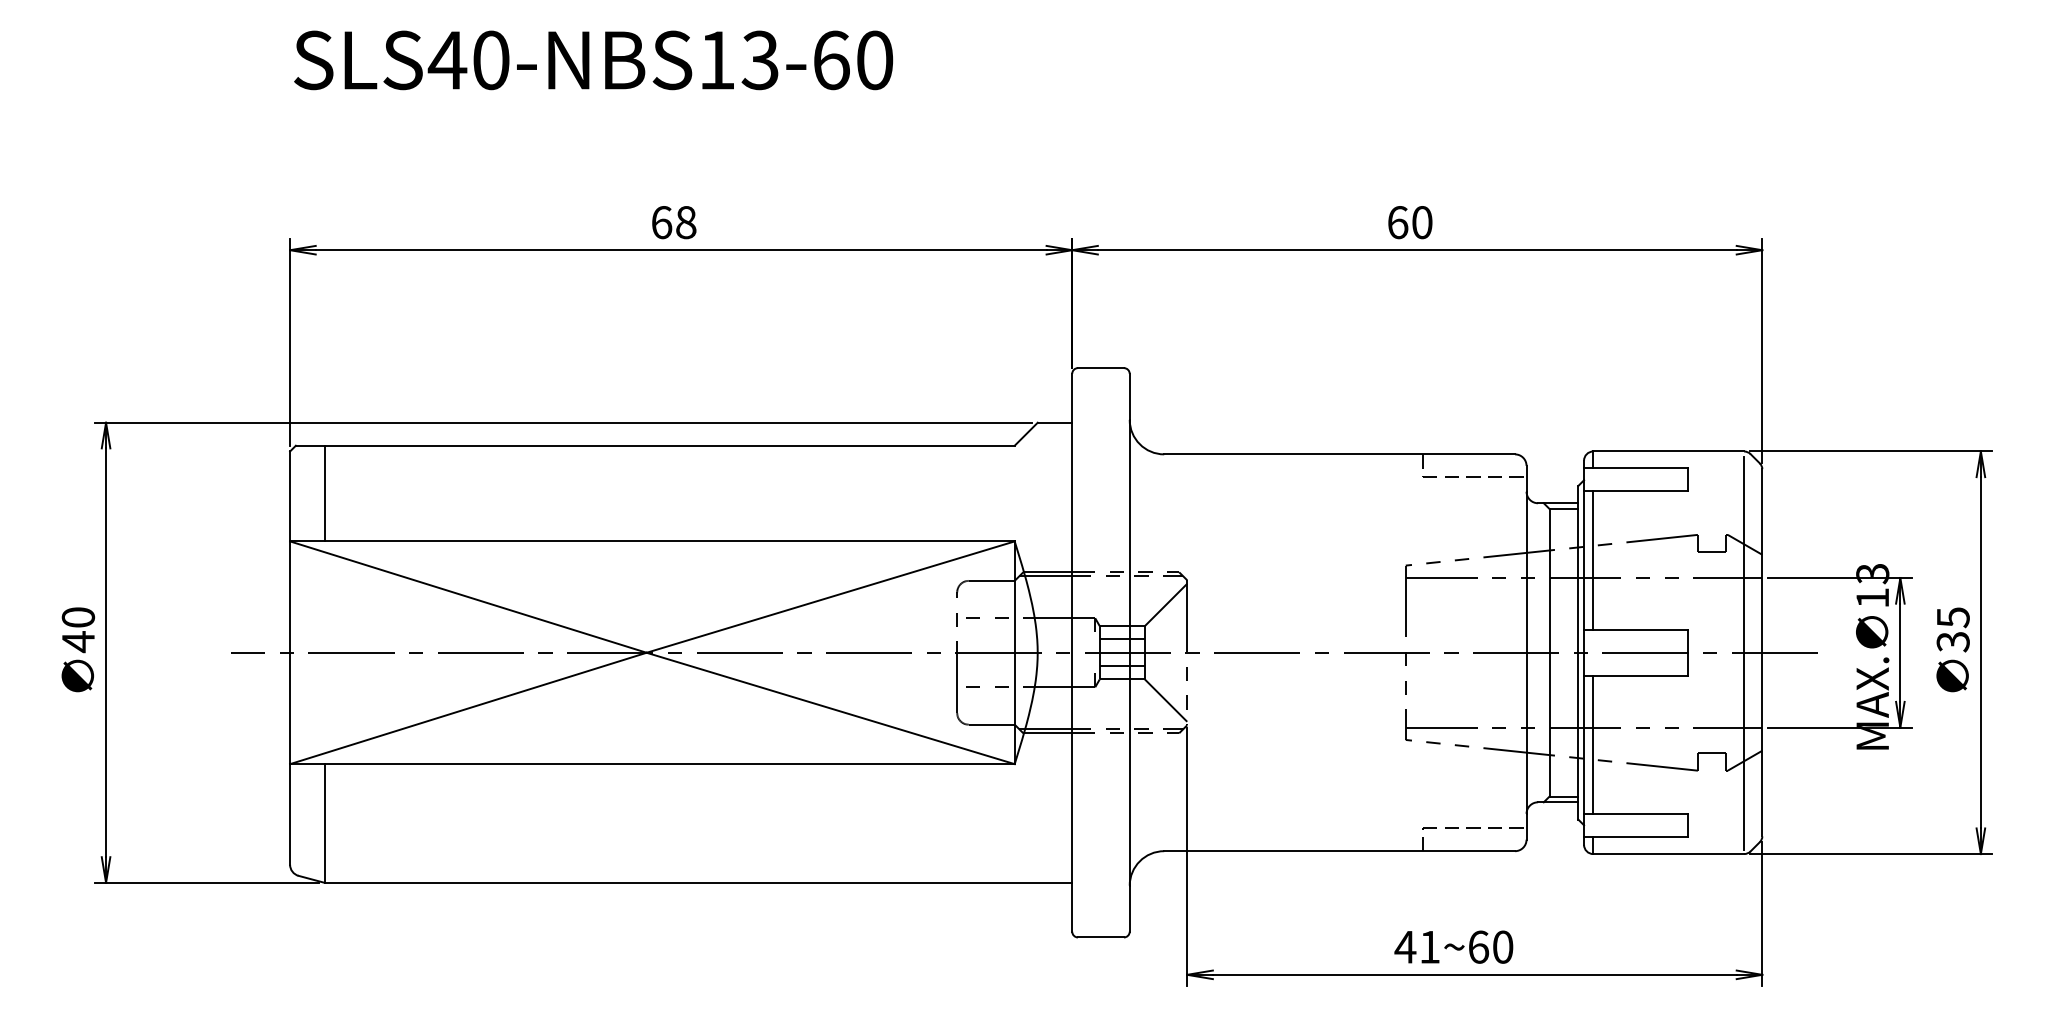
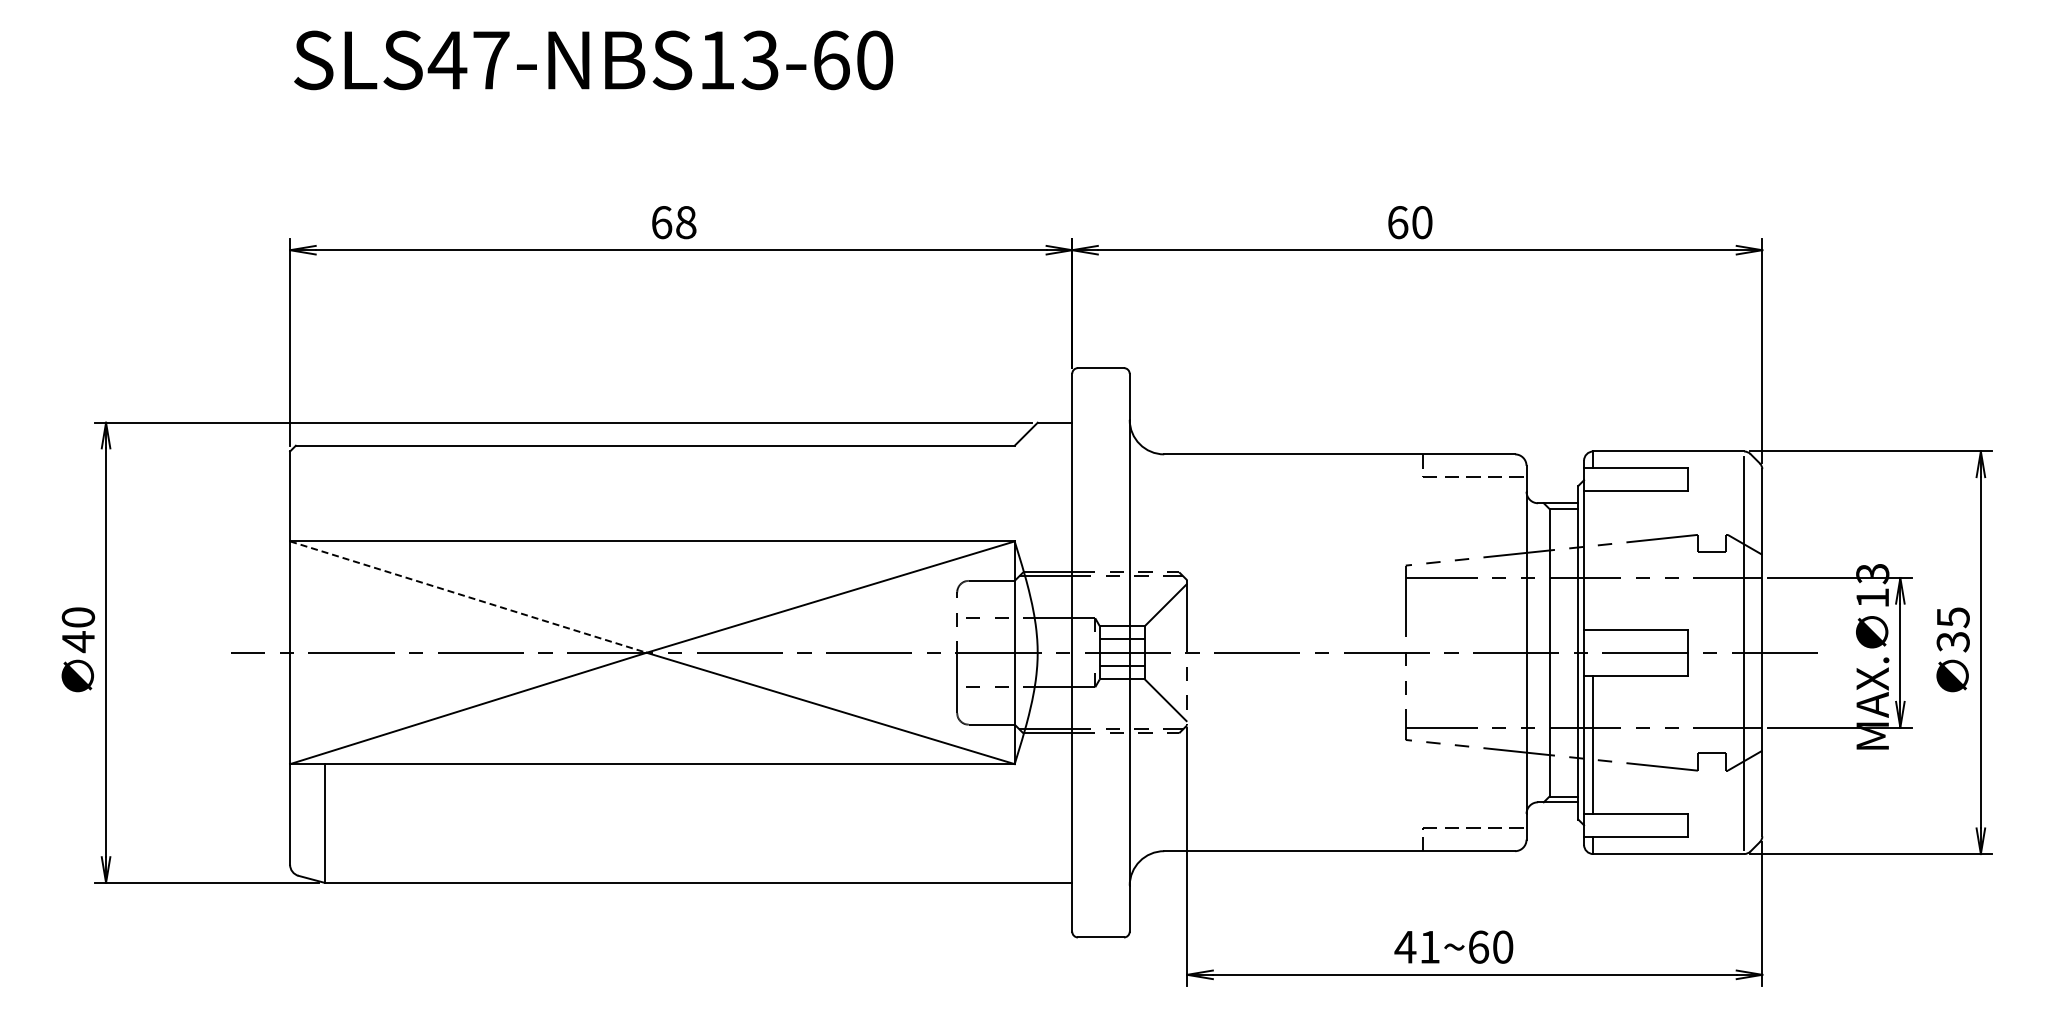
text at (491, 60): SLS40-NBS13-60 -> SLS47-NBS13-60
line at (324, 493): present -> none
line at (1593, 560): present -> none
line at (468, 597): solid -> dashed
